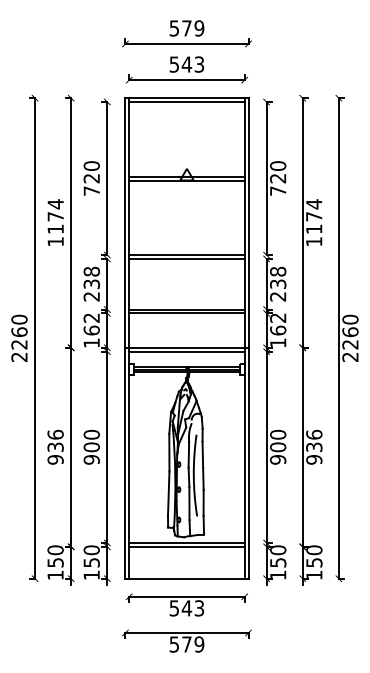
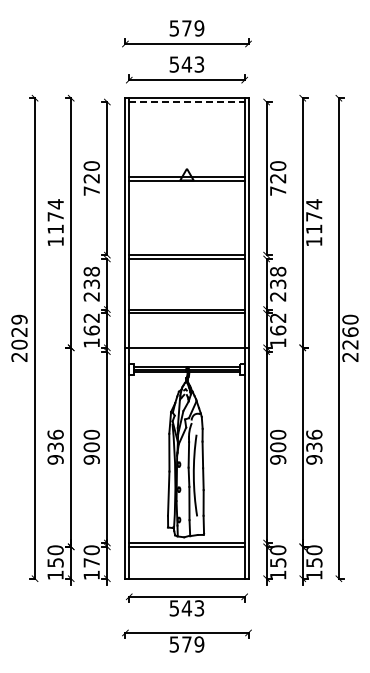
line at (186, 102): solid -> dashed
text at (19, 331): 2260 -> 2029
line at (186, 351): present -> none
text at (91, 562): 150 -> 170
